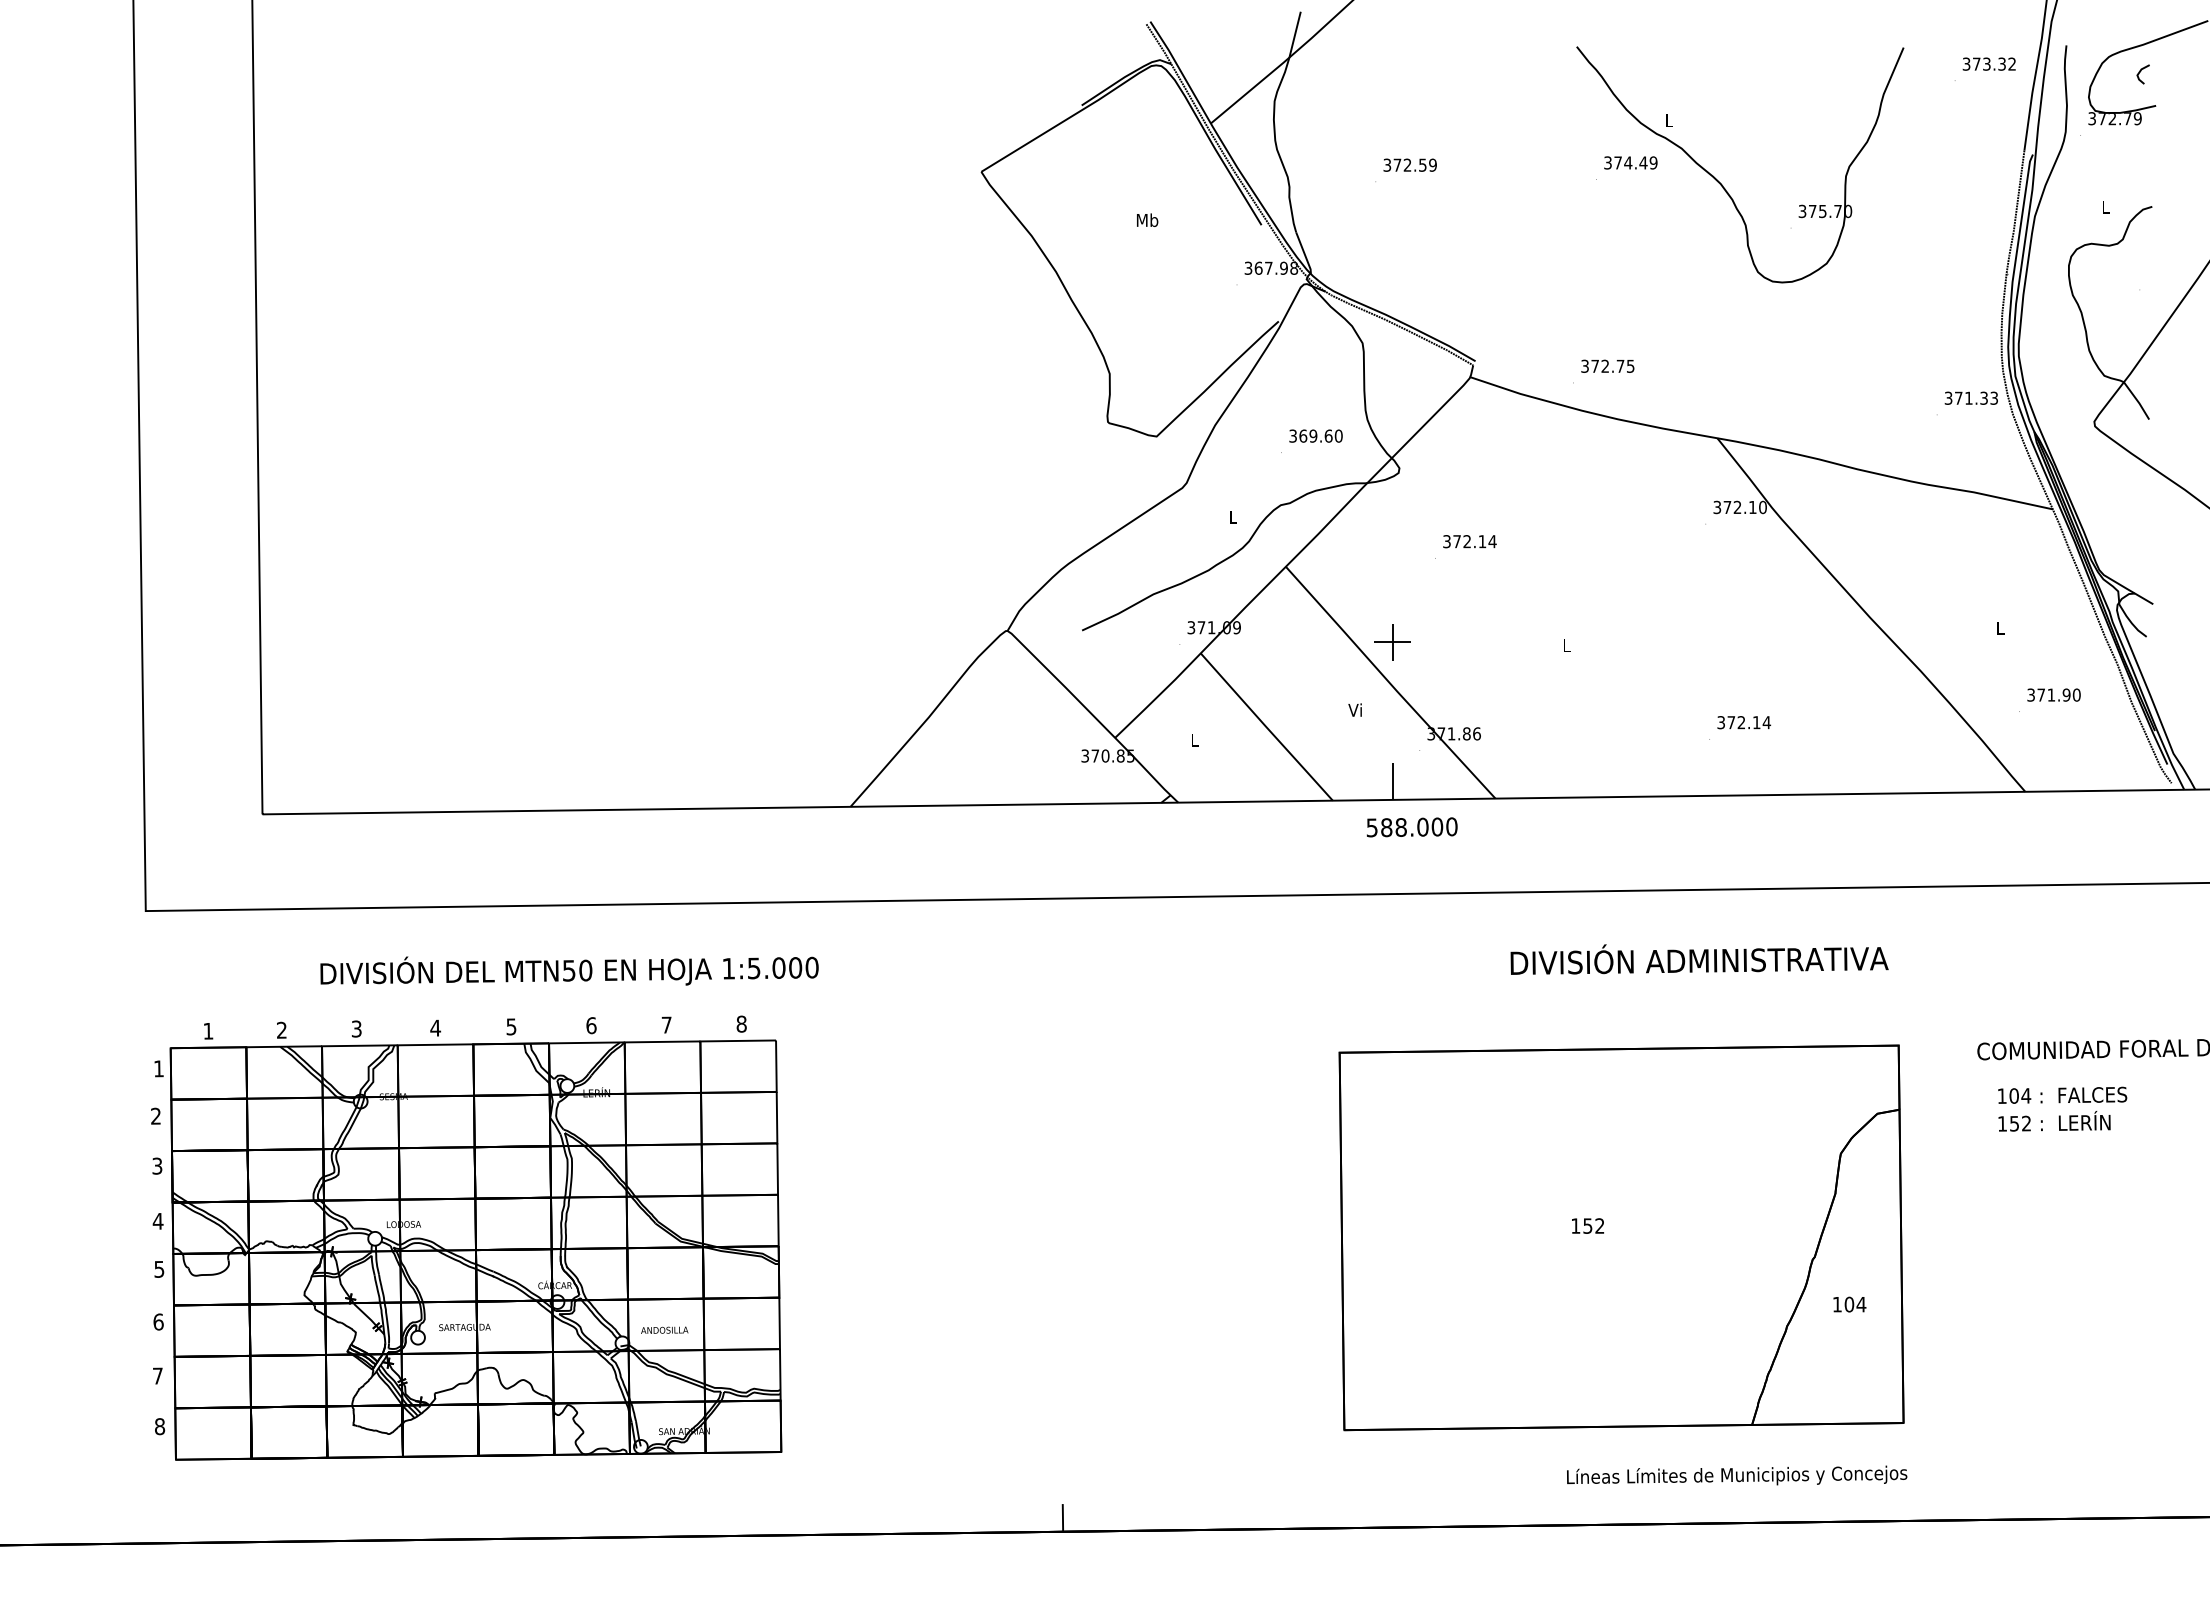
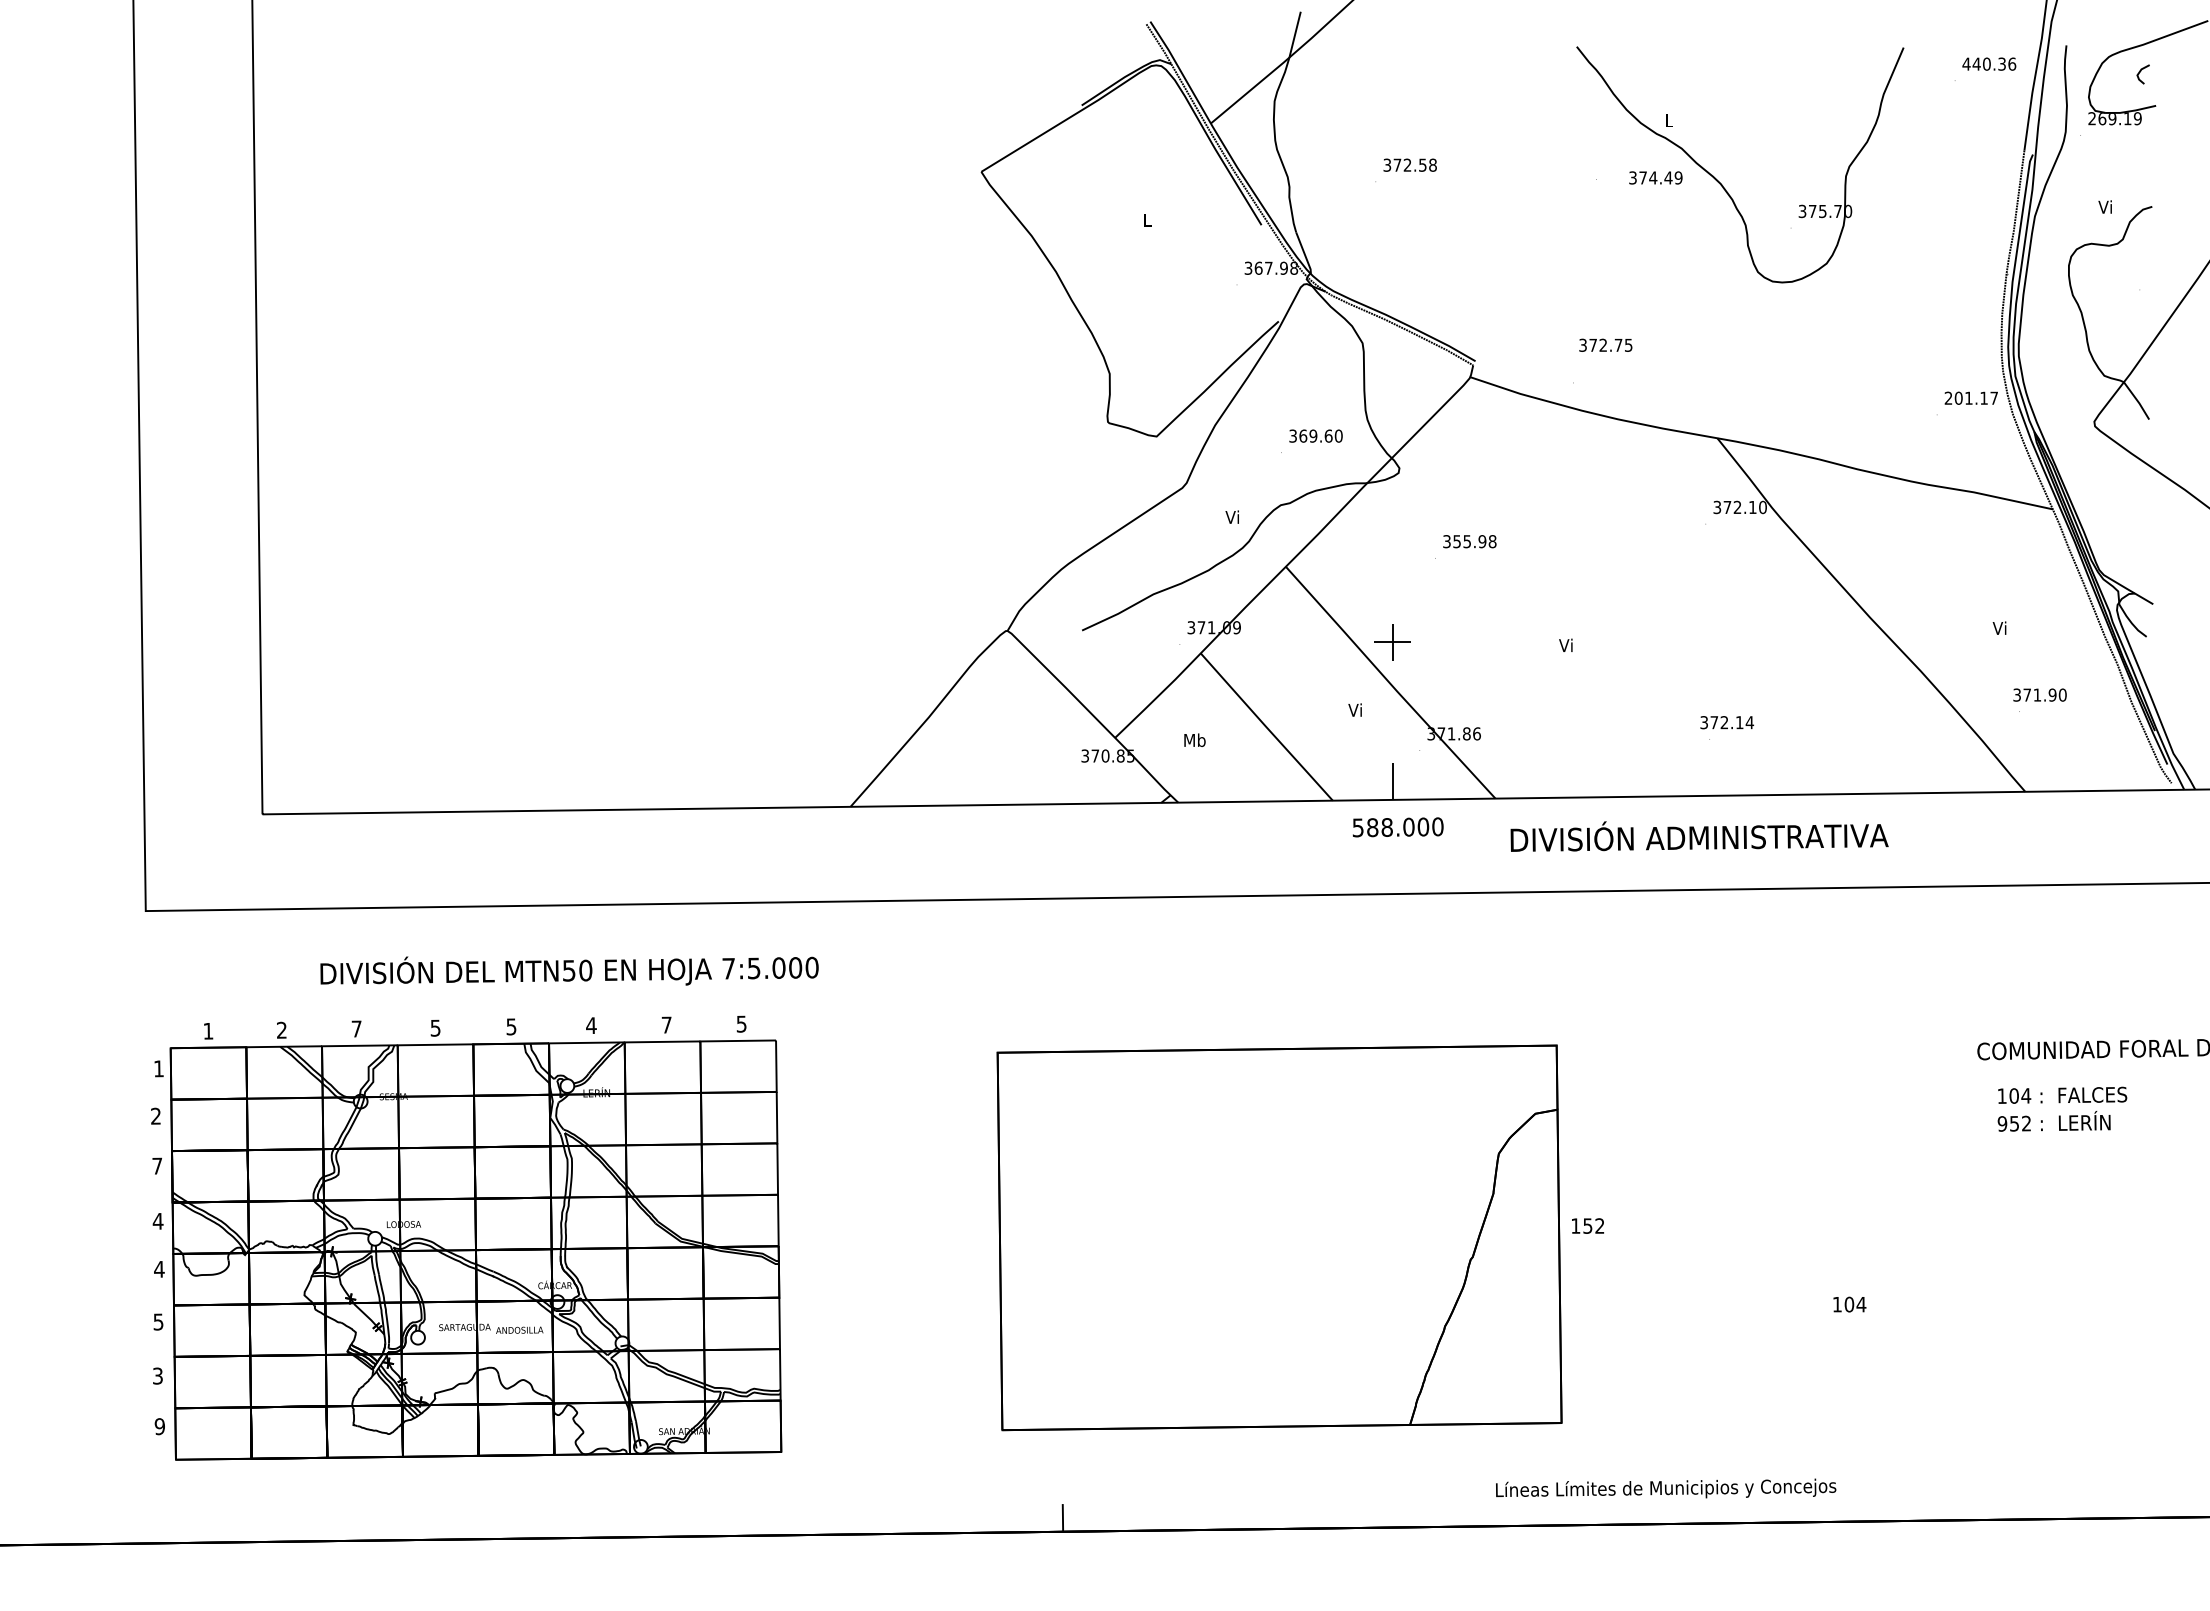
text at (1989, 63): 373.32 -> 440.36
text at (2109, 118): 372.79 -> 269.19
text at (1630, 162) position: (1630, 162) -> (1655, 177)
text at (1432, 164): 372.59 -> 372.58
text at (2104, 206): L -> Vi
text at (1147, 219): Mb -> L
text at (1607, 365) position: (1607, 365) -> (1605, 344)
text at (1970, 397): 371.33 -> 201.17
text at (1231, 516): L -> Vi
text at (1474, 541): 372.14 -> 355.98
text at (1999, 627): L -> Vi
text at (1565, 645): L -> Vi
text at (2053, 694) position: (2053, 694) -> (2039, 694)
text at (1744, 722) position: (1744, 722) -> (1727, 722)
text at (1194, 740): L -> Mb
text at (1412, 827) position: (1412, 827) -> (1398, 827)
text at (1699, 959) position: (1699, 959) -> (1699, 836)
text at (728, 968): 1:5.000 -> 7:5.000
text at (741, 1023): 8 -> 5
text at (591, 1025): 6 -> 4
text at (356, 1028): 3 -> 7
text at (435, 1028): 4 -> 5
text at (2002, 1123): 152 -> 952
text at (157, 1165): 3 -> 7
part at (1621, 1237) position: (1621, 1237) -> (1279, 1237)
text at (159, 1269): 5 -> 4
text at (158, 1321): 6 -> 5
text at (664, 1329) position: (664, 1329) -> (519, 1329)
text at (157, 1375): 7 -> 3
text at (159, 1426): 8 -> 9
text at (1737, 1475) position: (1737, 1475) -> (1666, 1488)
